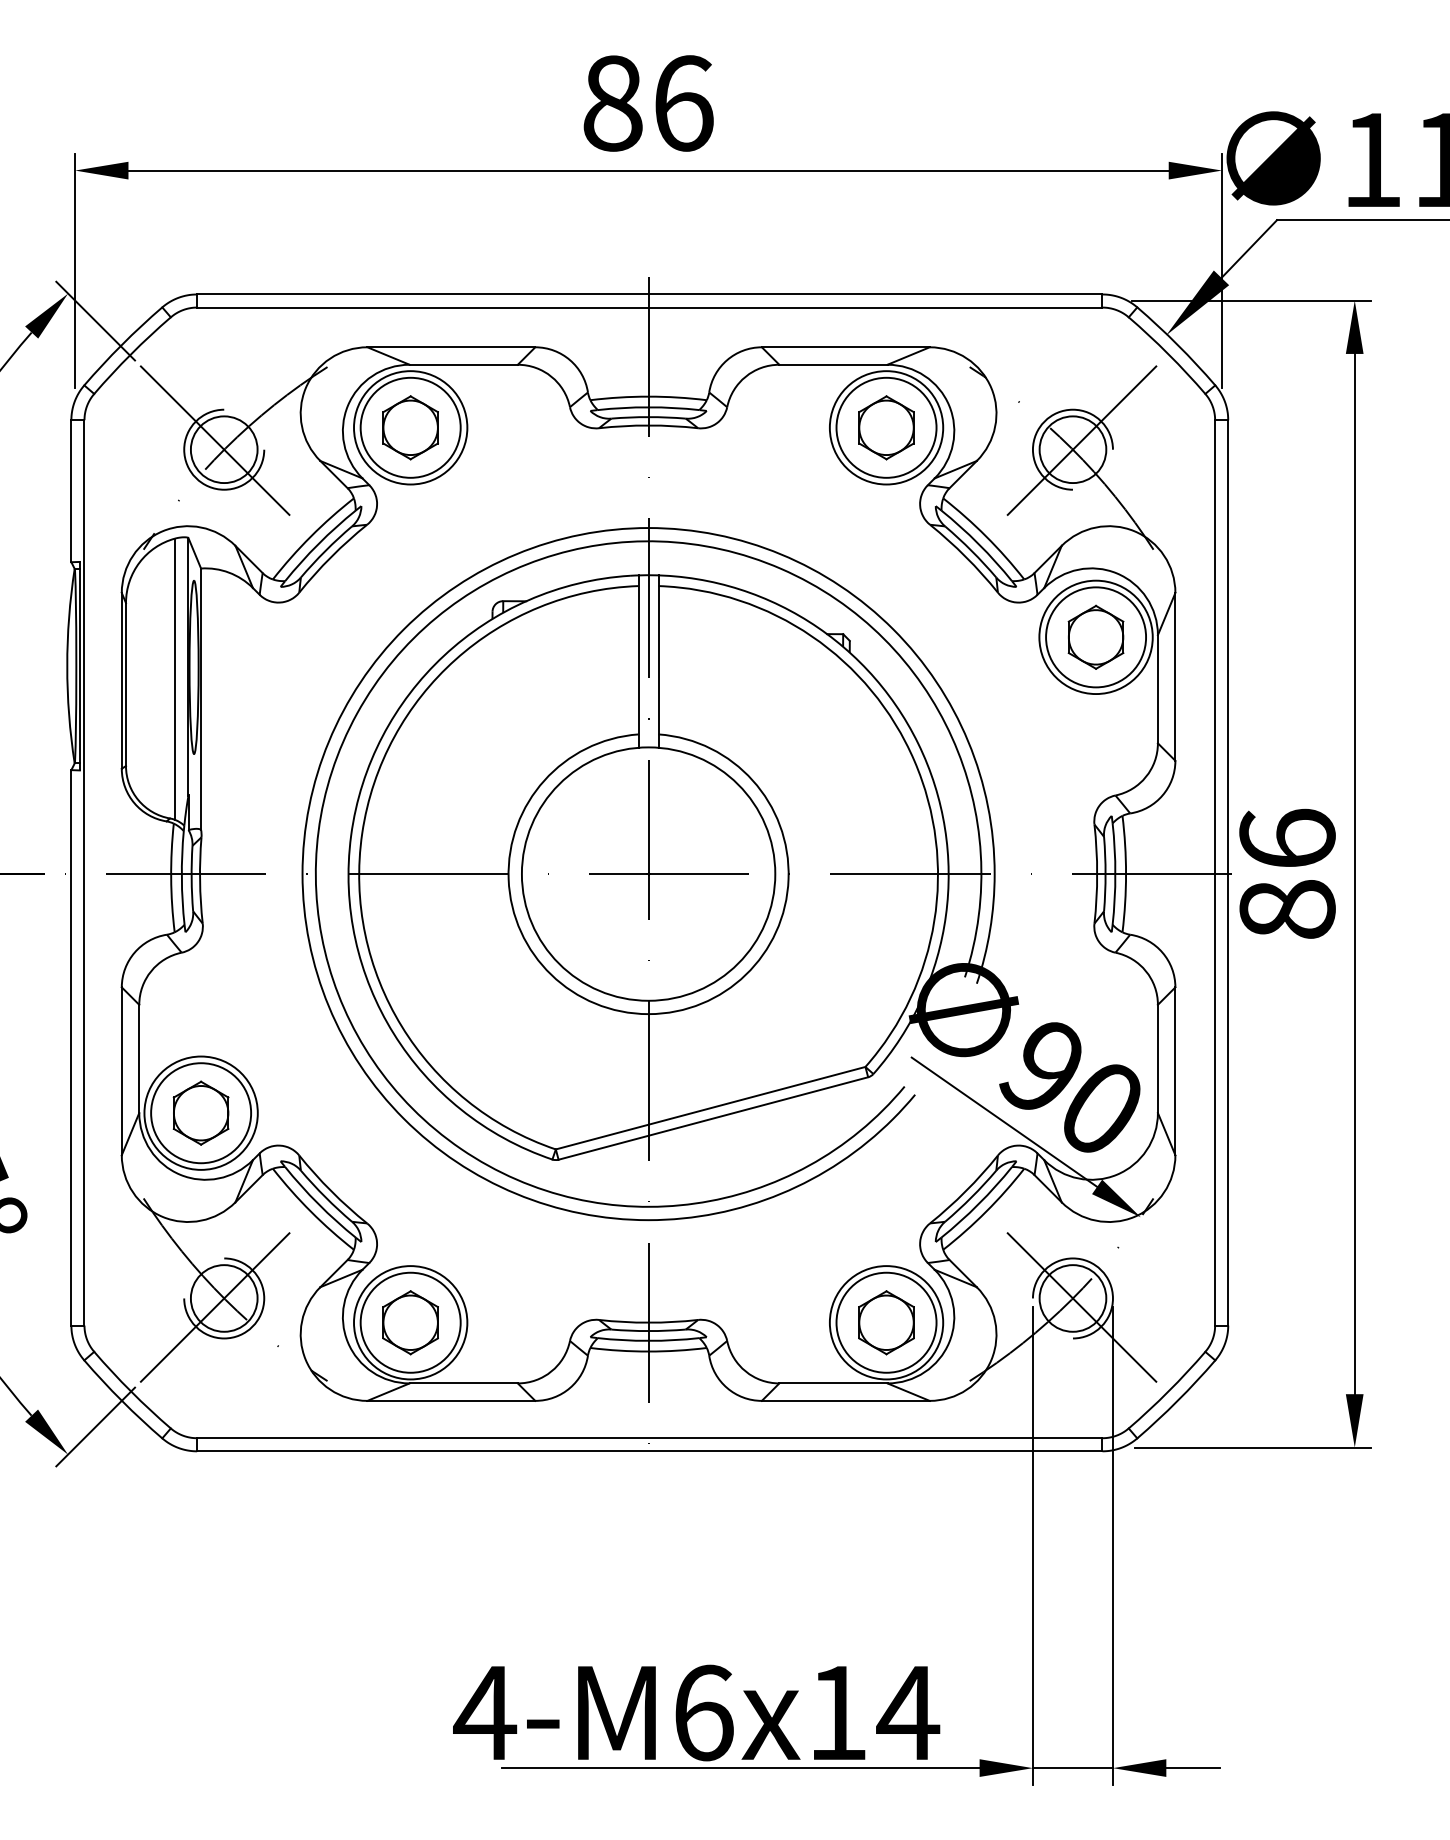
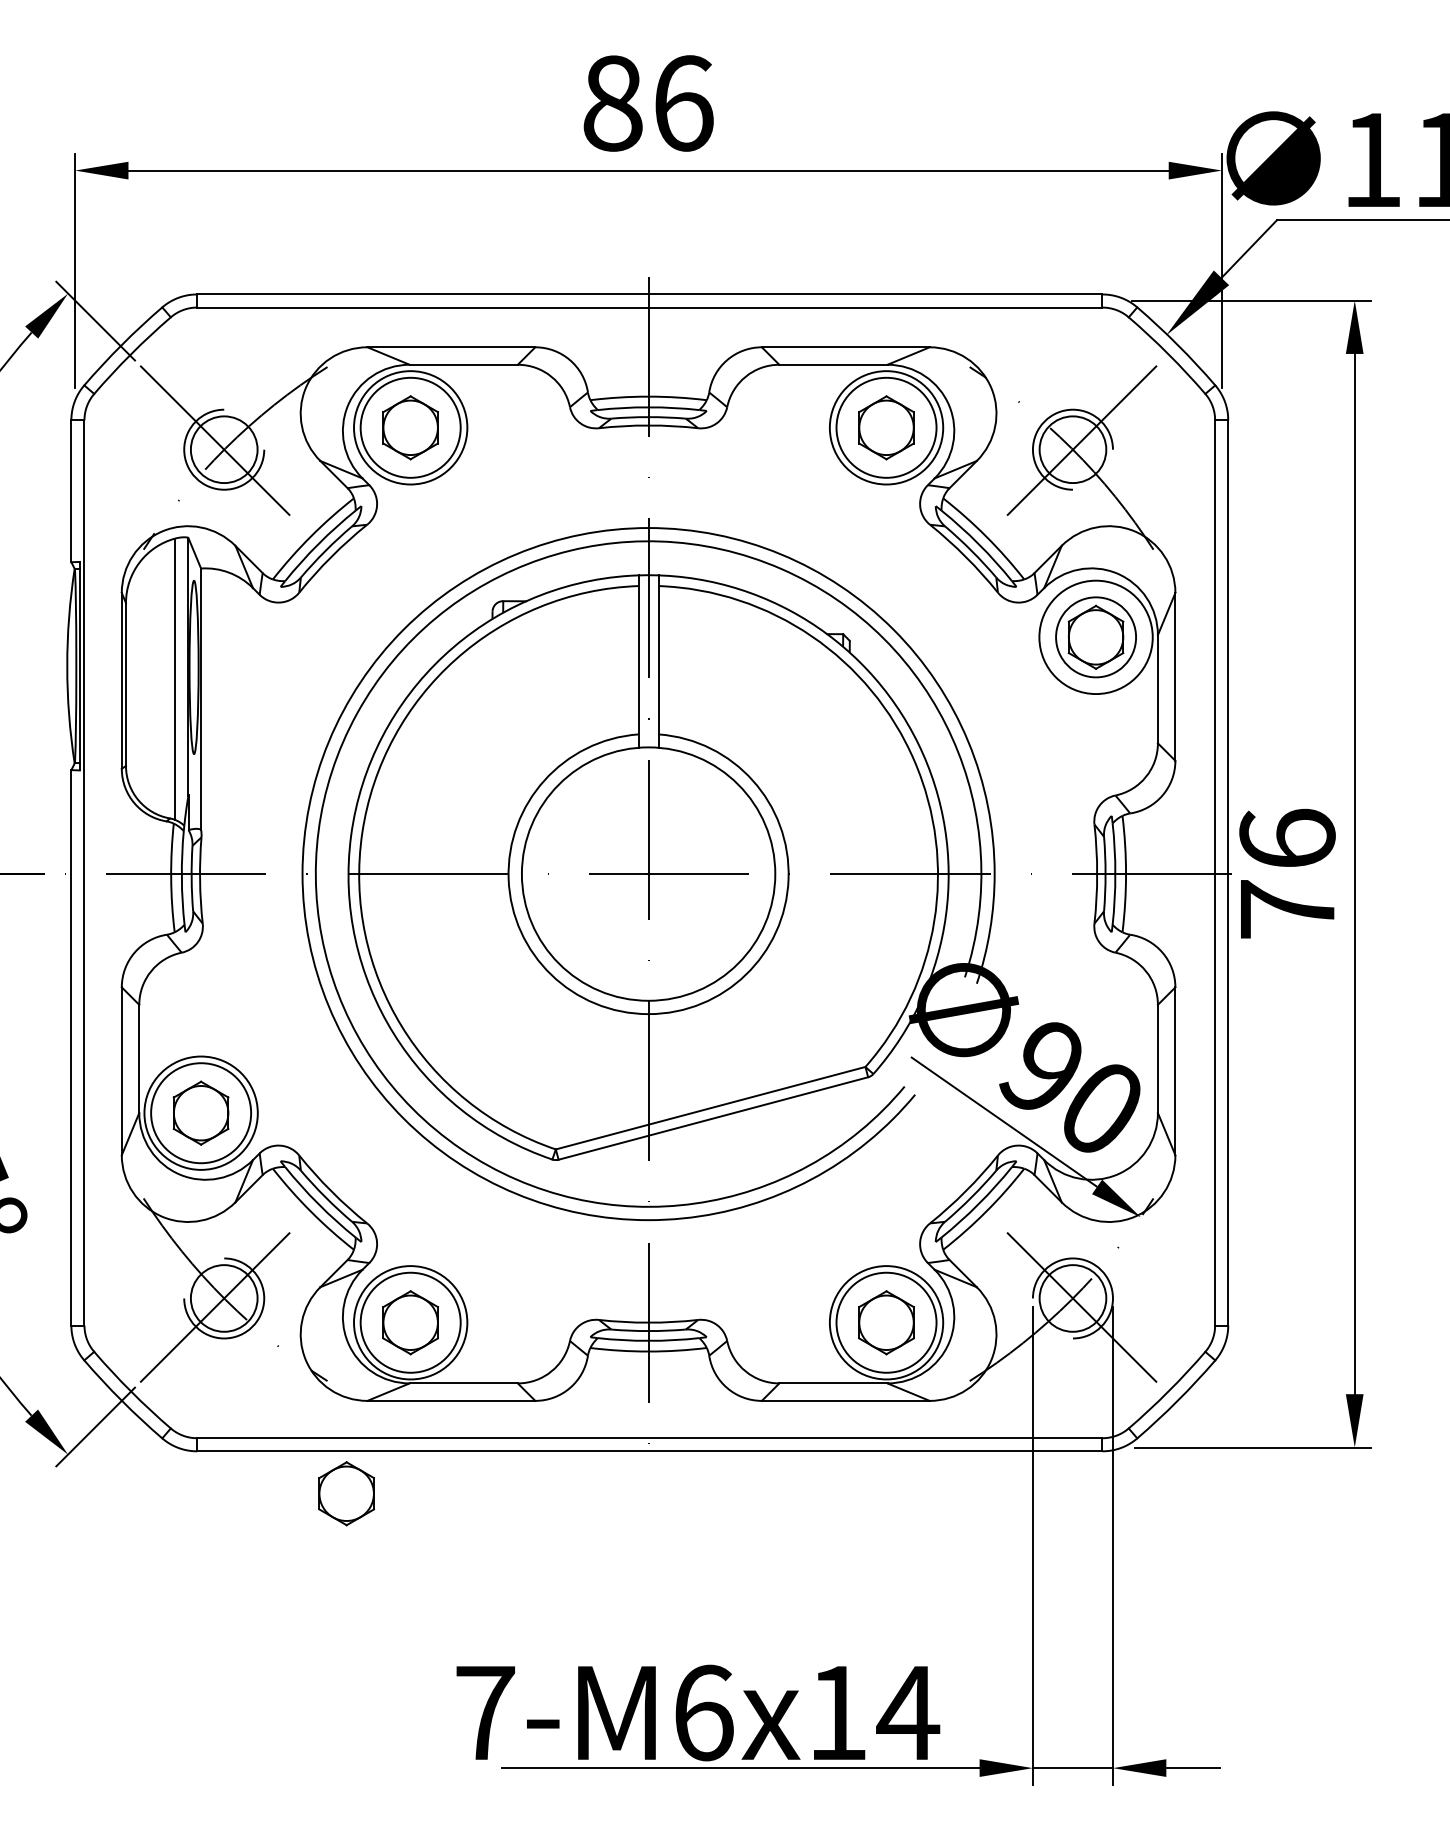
circle at (1096, 637) diameter: 100 px -> 80 px
text at (1287, 909): 86 -> 76
part at (346, 1493): none -> present
text at (485, 1712): 4-M6x14 -> 7-M6x14
